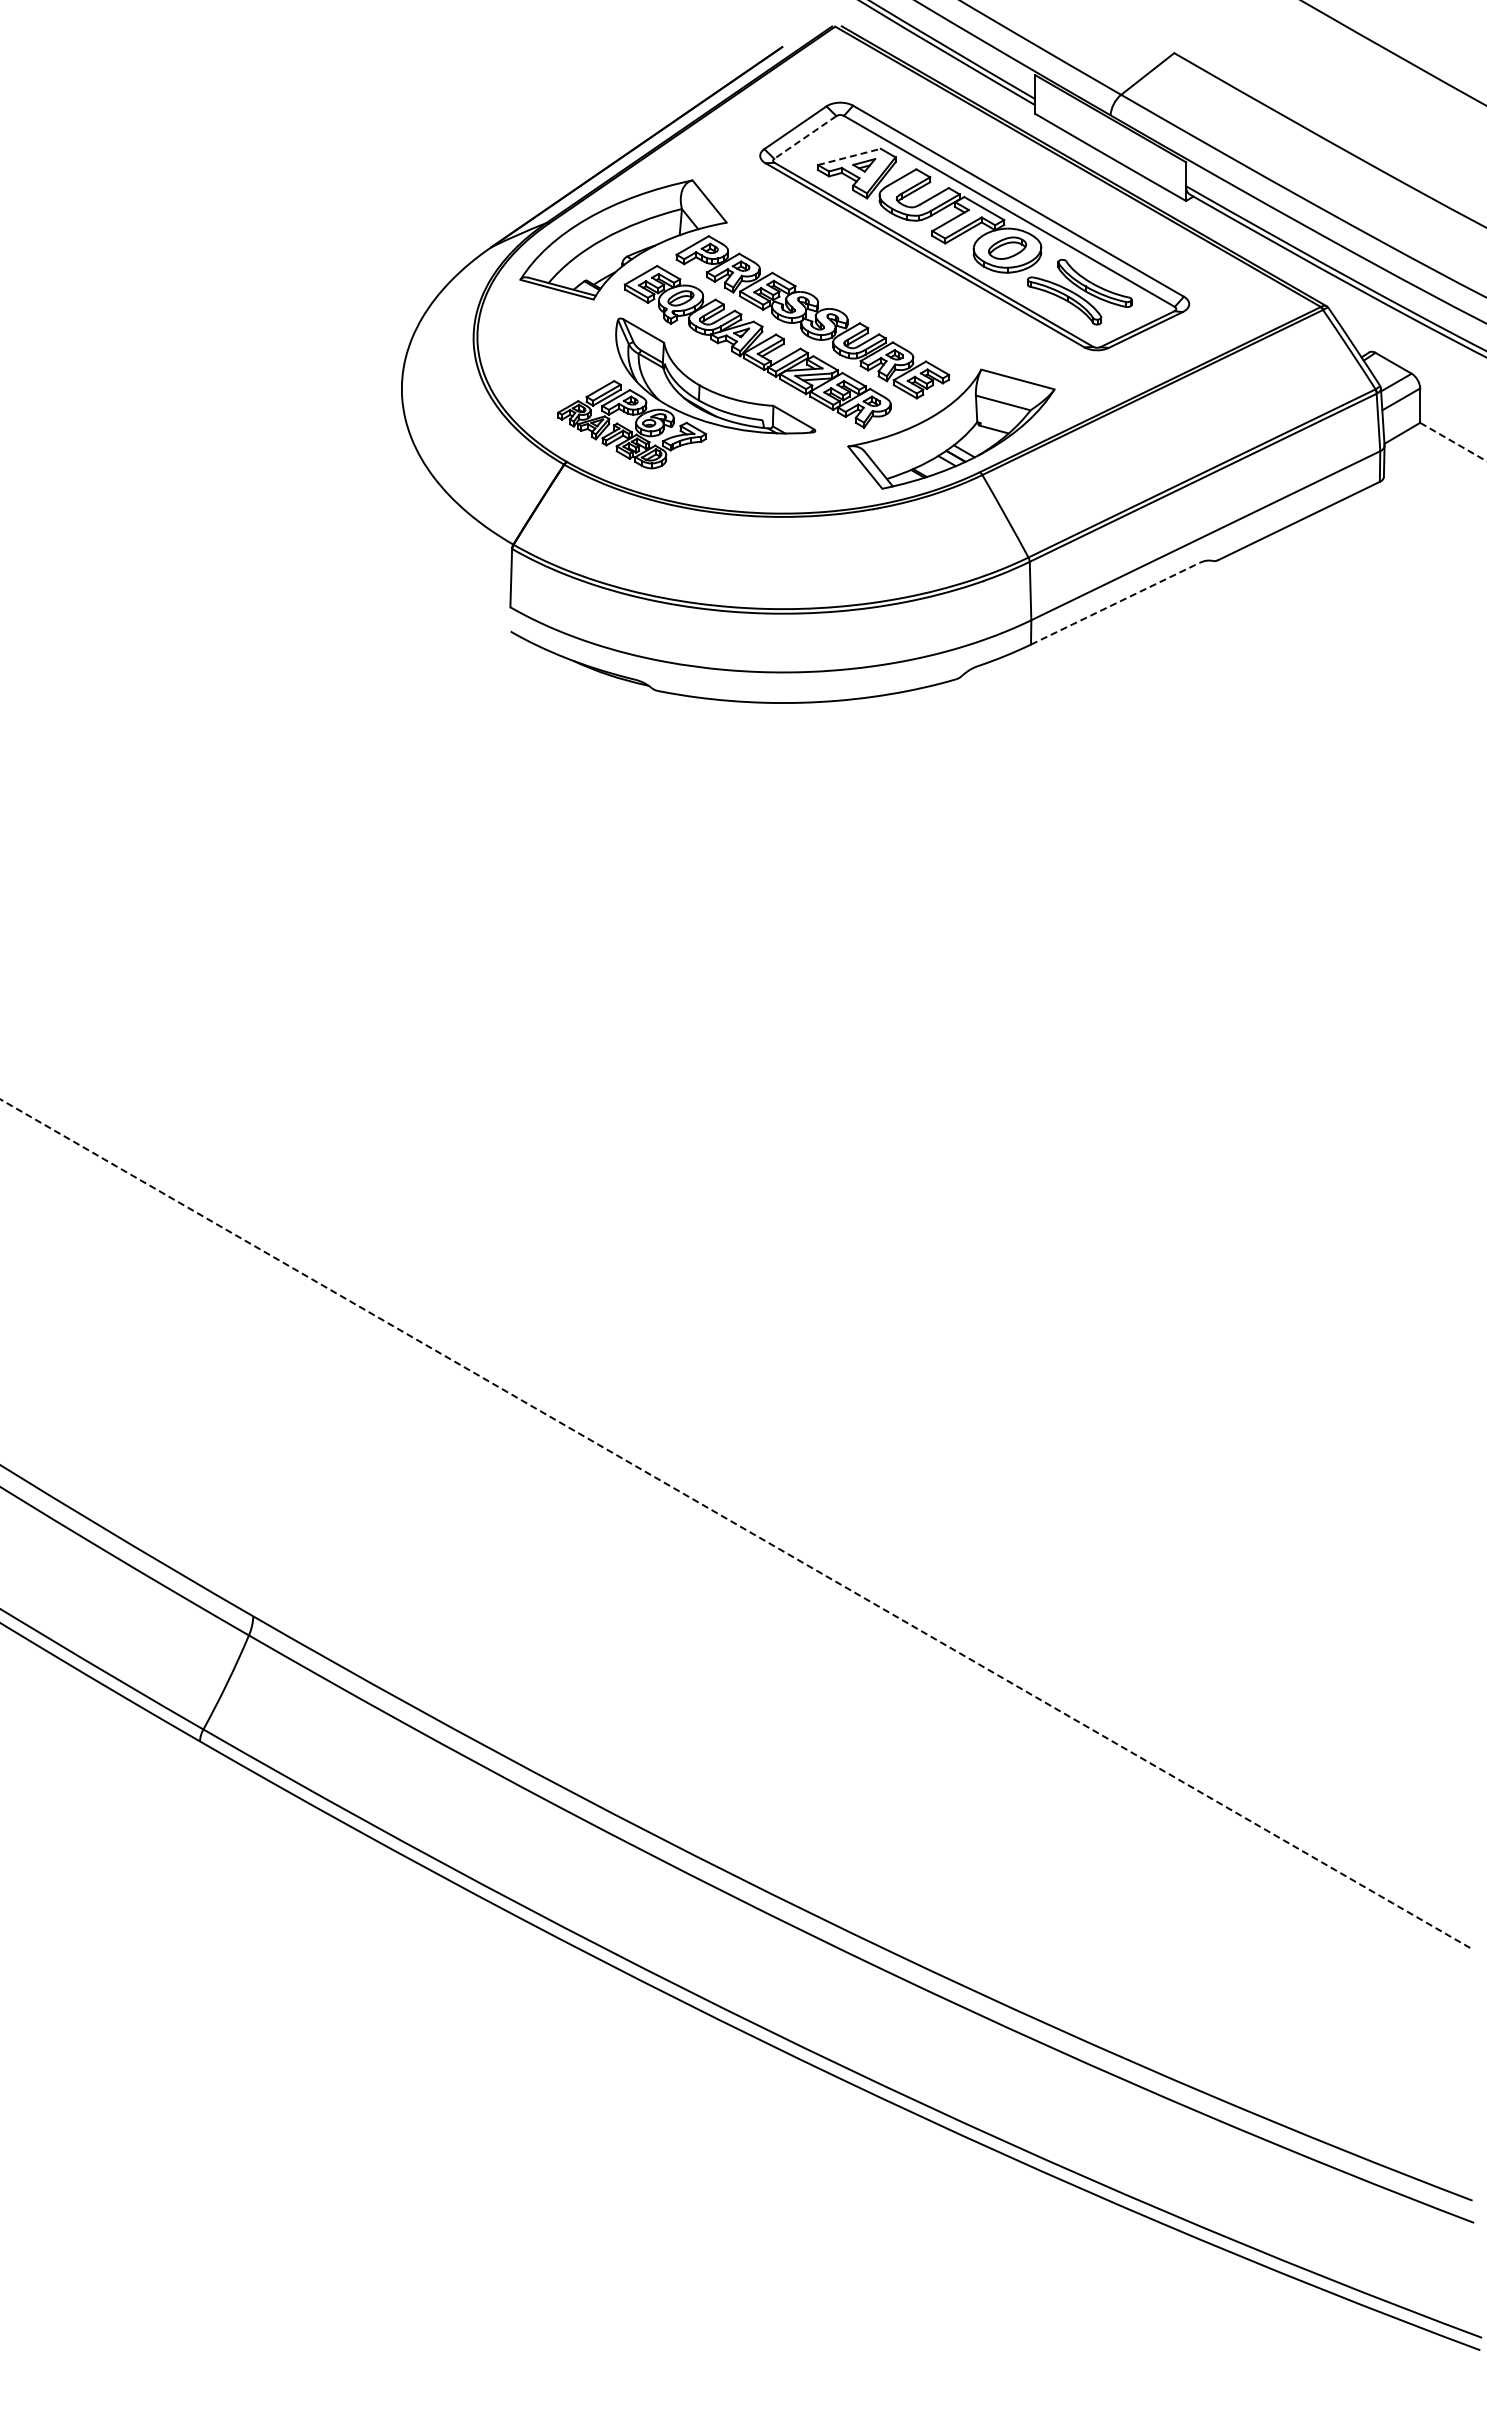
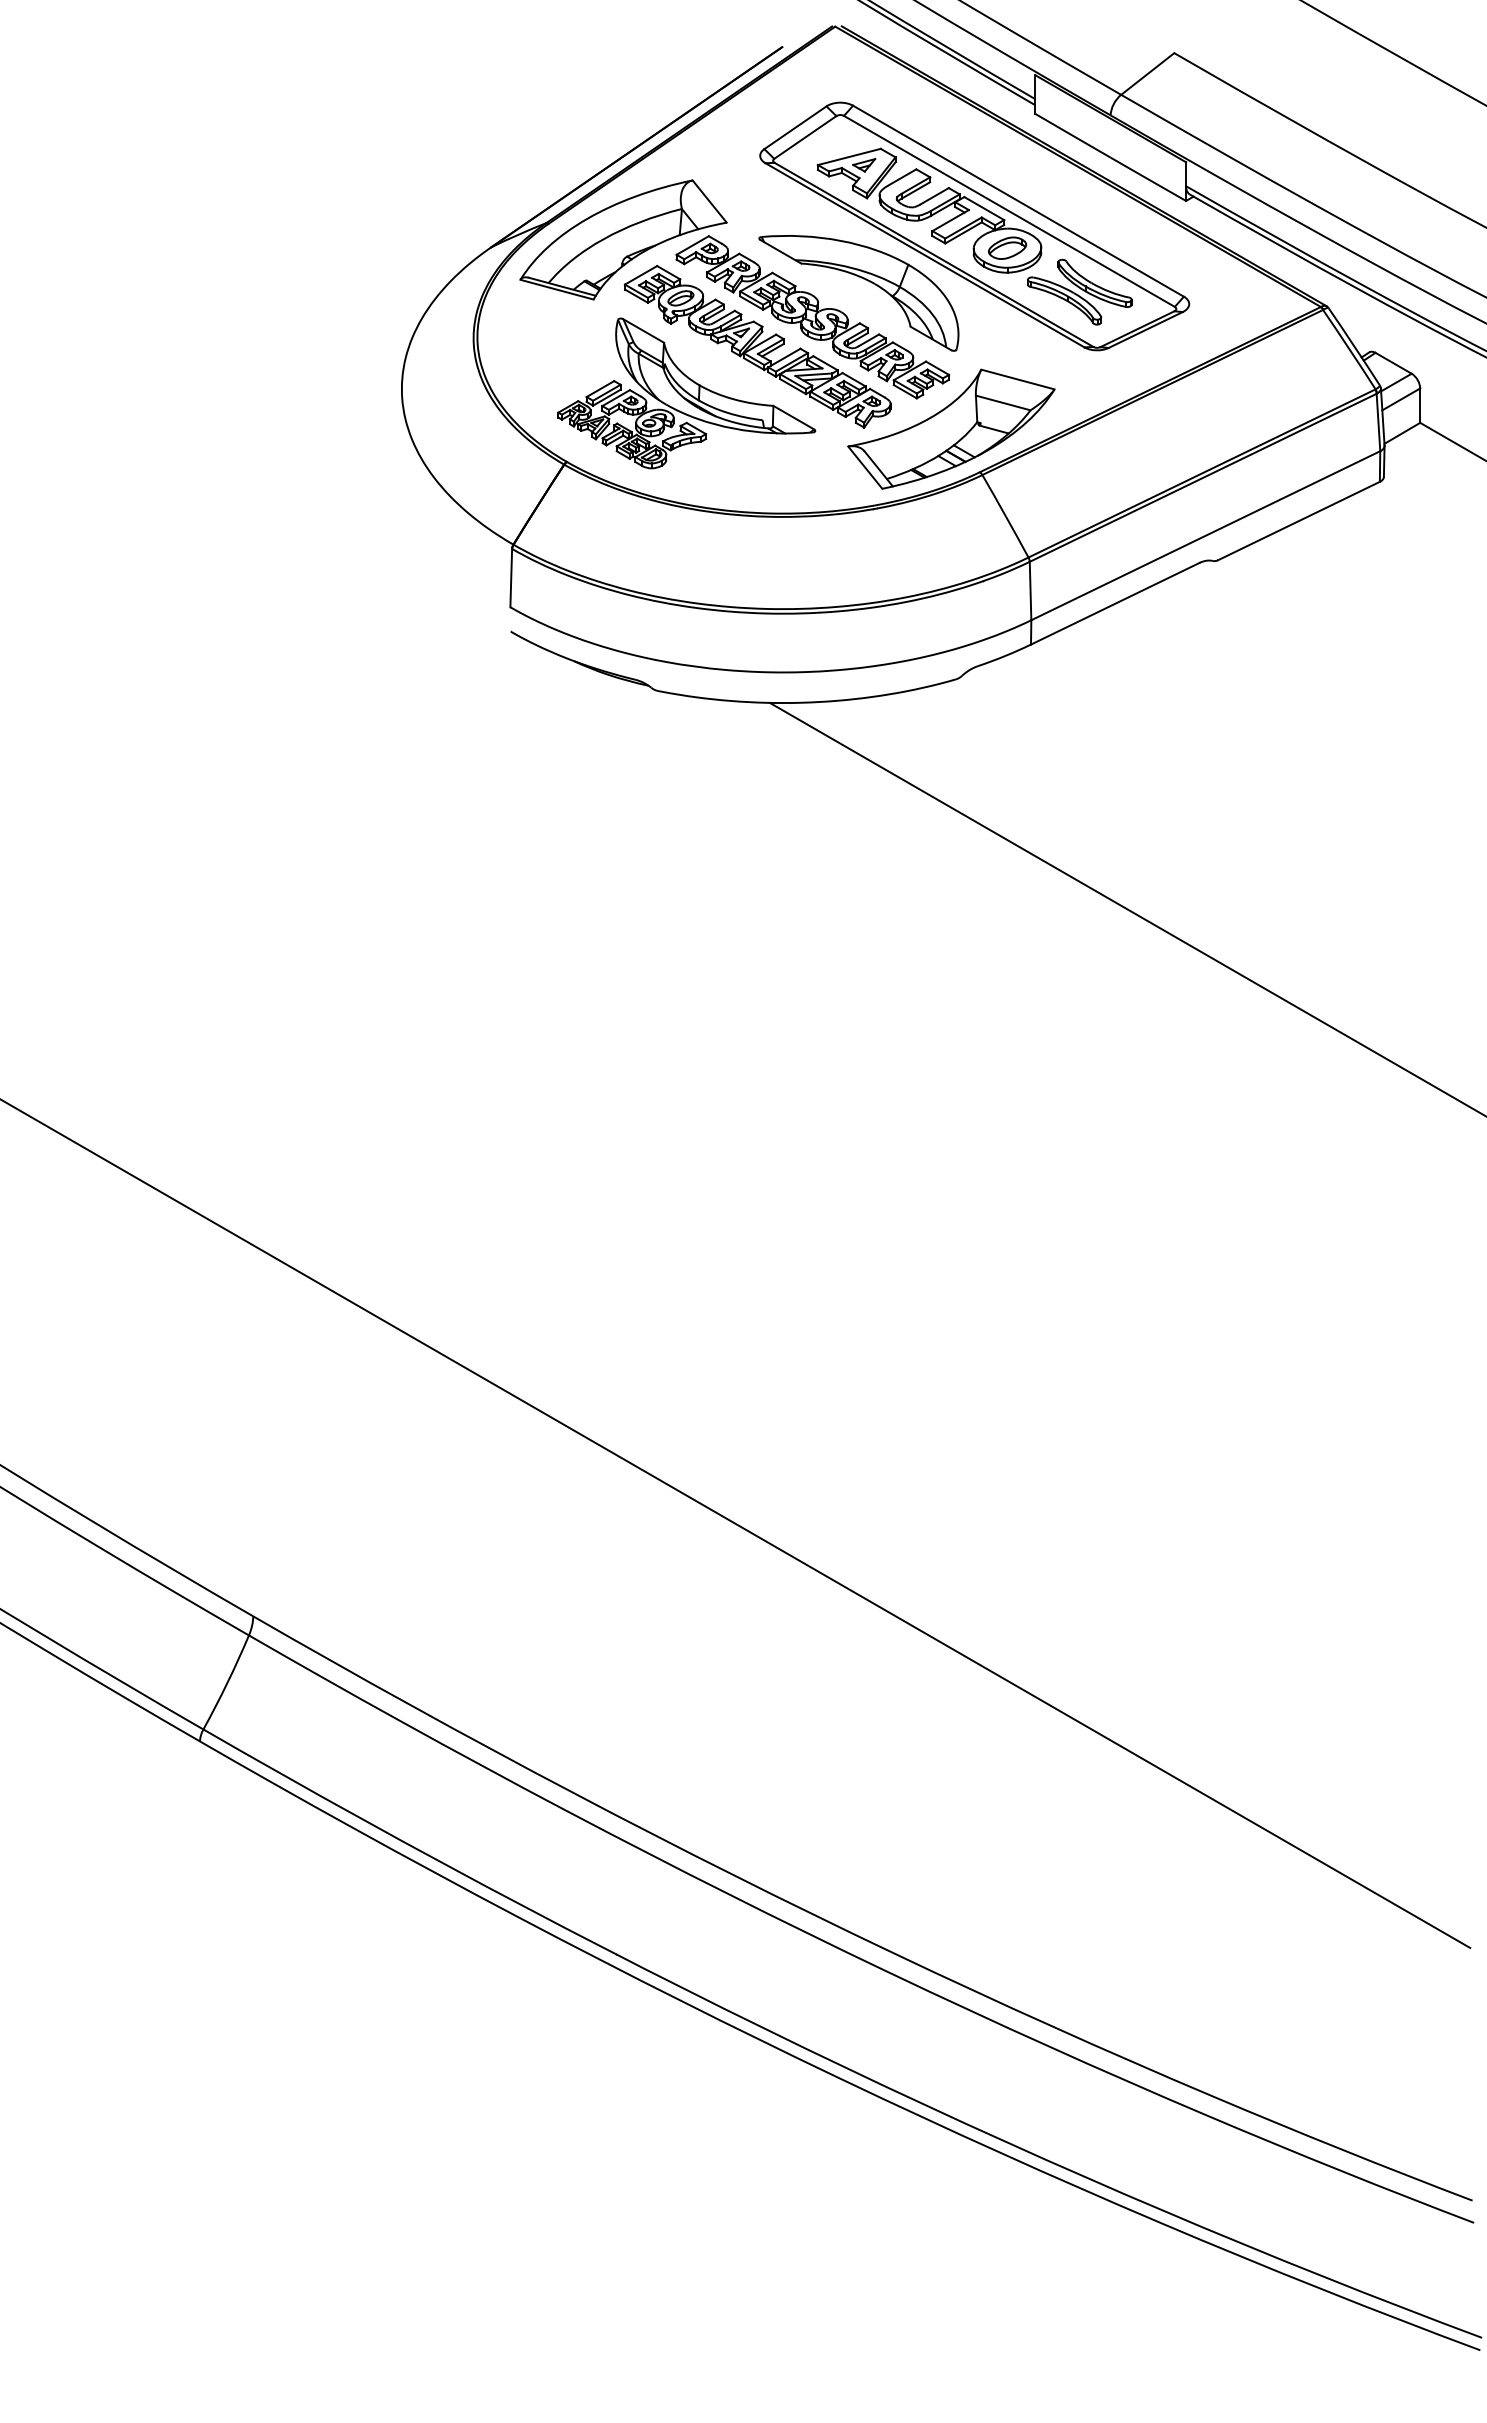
line at (805, 137): dashed -> solid
line at (849, 156): dashed -> solid
part at (865, 280): none -> present
line at (1453, 442): dashed -> solid
line at (1115, 603): dashed -> solid
line at (1126, 908): none -> present
line at (735, 1523): dashed -> solid
